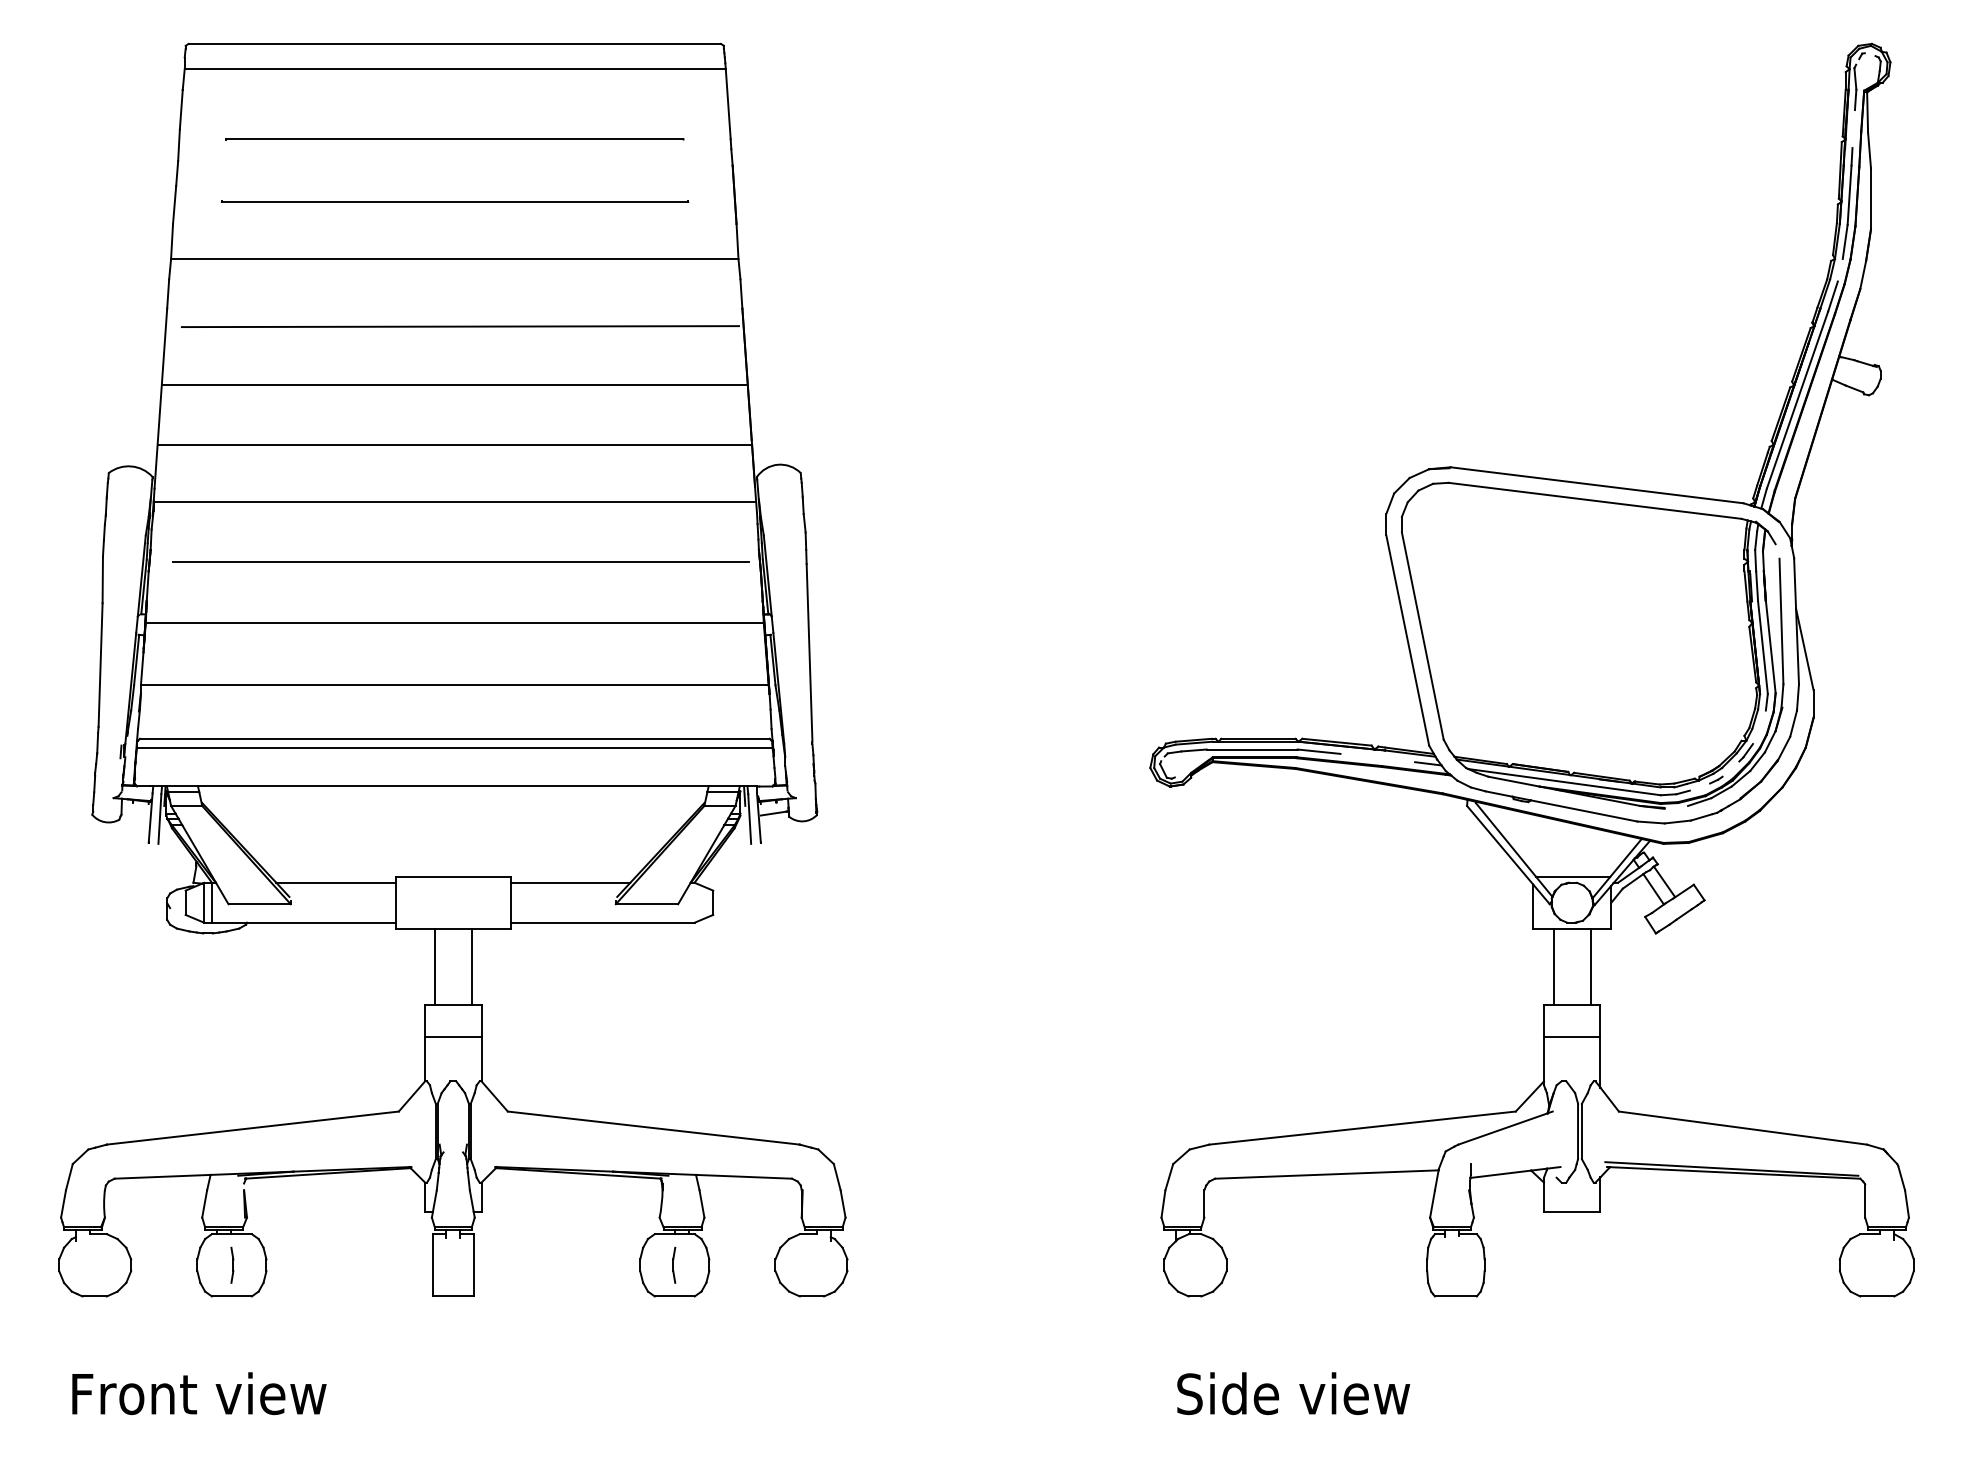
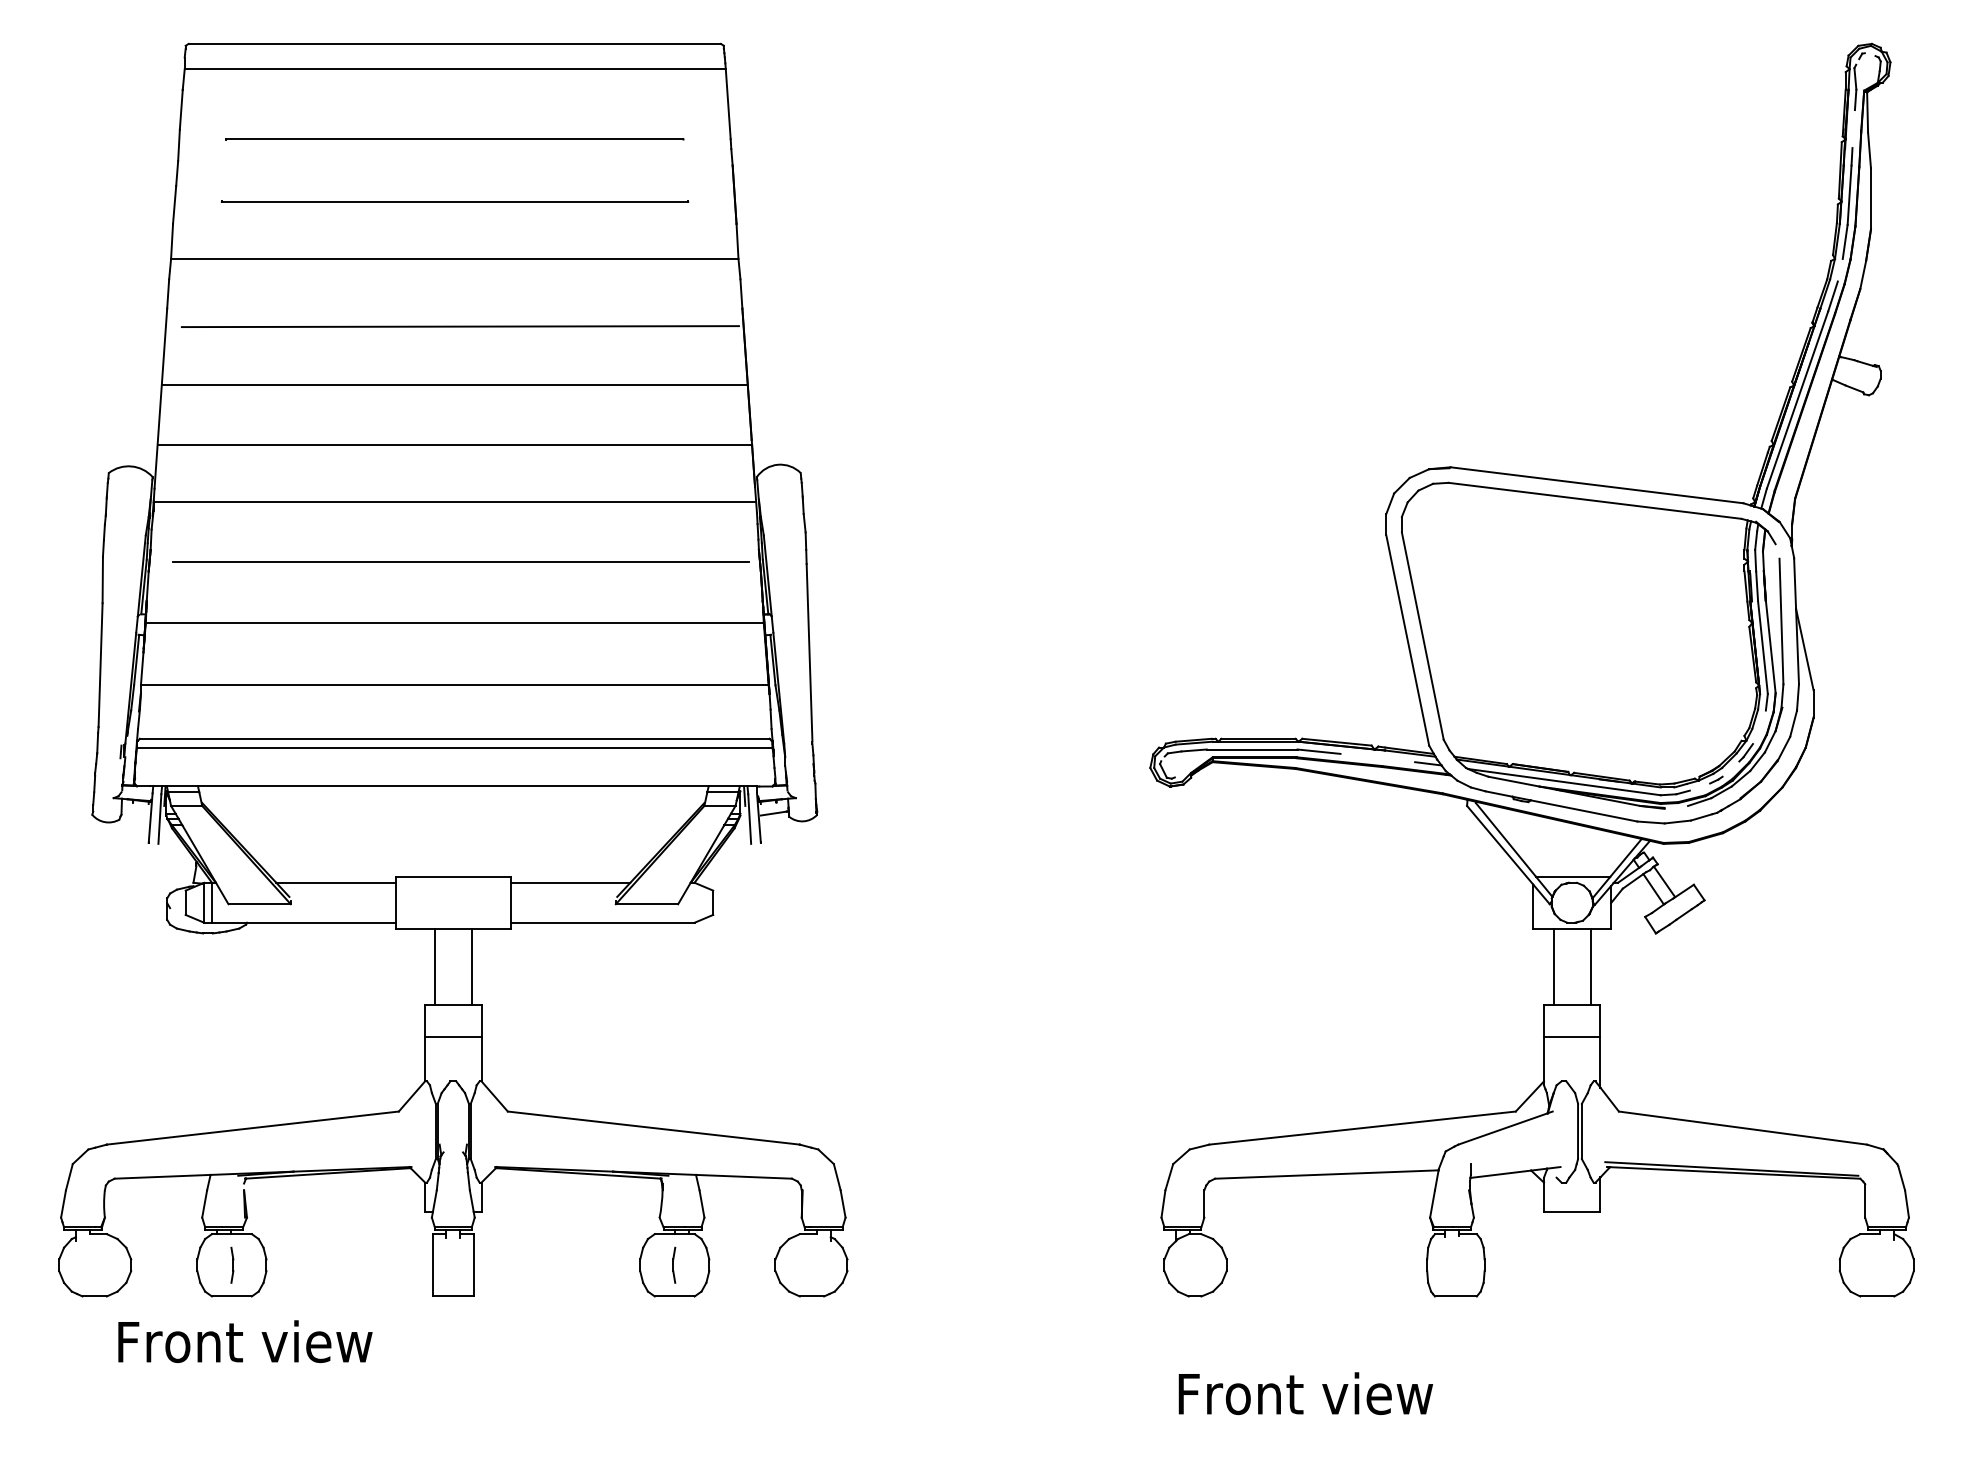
text at (199, 1393) position: (199, 1393) -> (245, 1341)
text at (1305, 1393): Side view -> Front view
